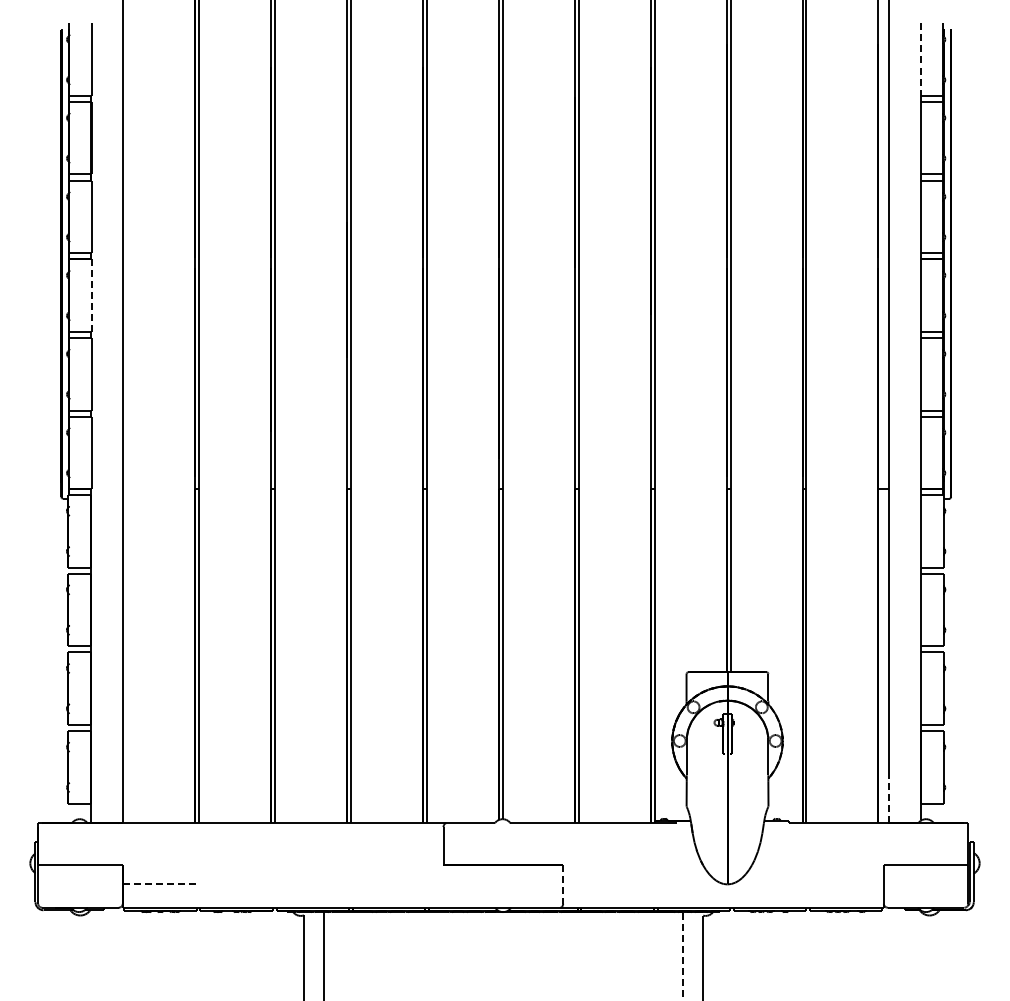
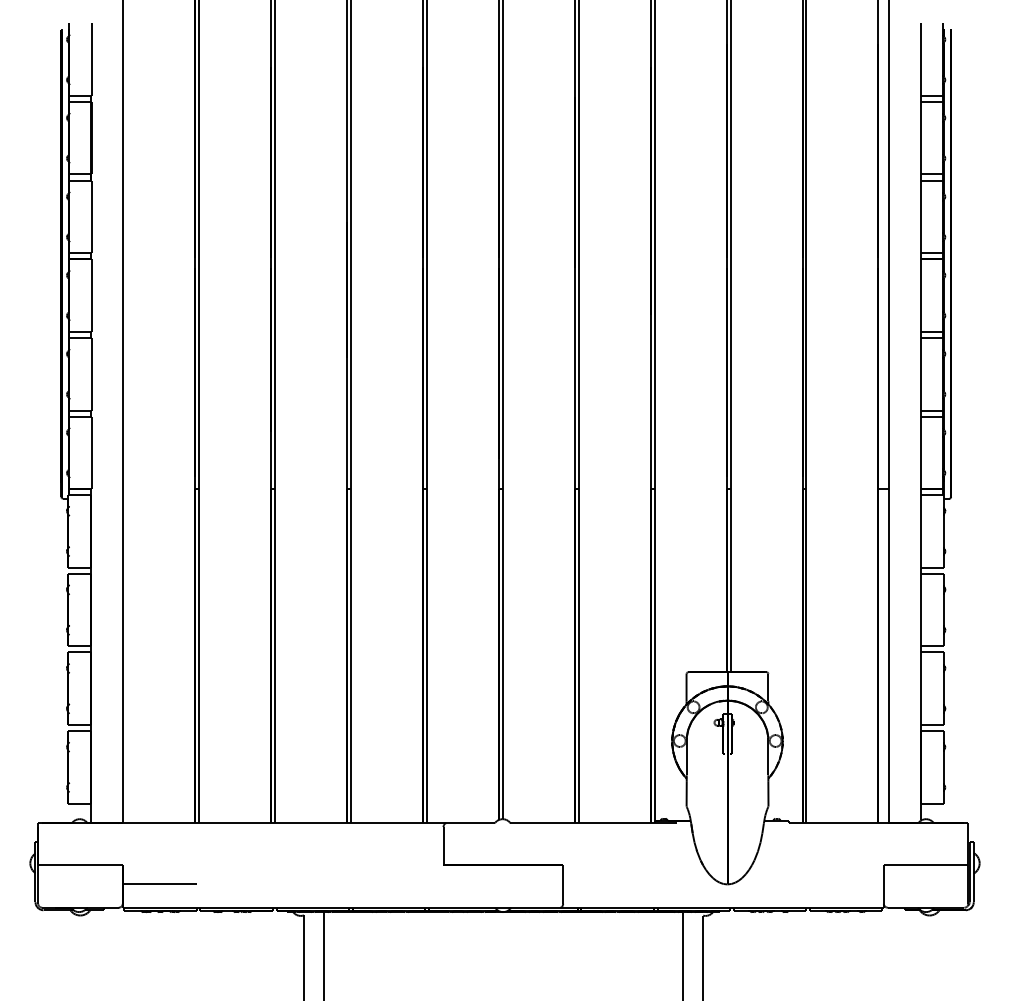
line at (920, 60): dashed -> solid
line at (91, 296): dashed -> solid
line at (889, 797): dashed -> solid
line at (160, 884): dashed -> solid
line at (563, 885): dashed -> solid
line at (682, 957): dashed -> solid
